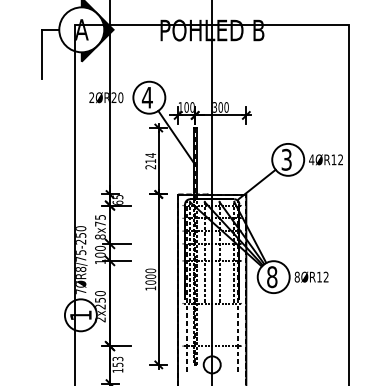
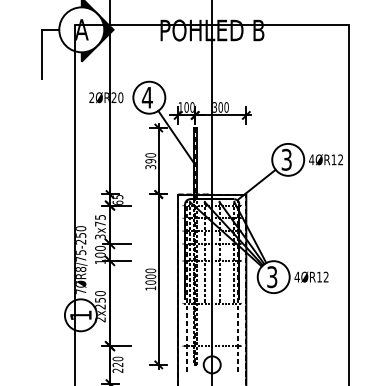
text at (150, 161): 214 -> 390
text at (100, 236): 8x75 -> 3x75
text at (296, 276): 8ØR12 -> 4ØR12
text at (272, 277): 8 -> 3
text at (117, 364): 153 -> 220
